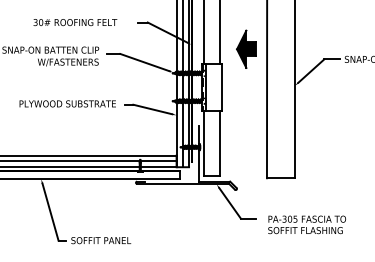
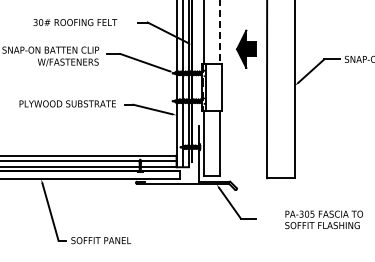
line at (219, 32): solid -> dashed
text at (306, 224) position: (306, 224) -> (323, 219)
